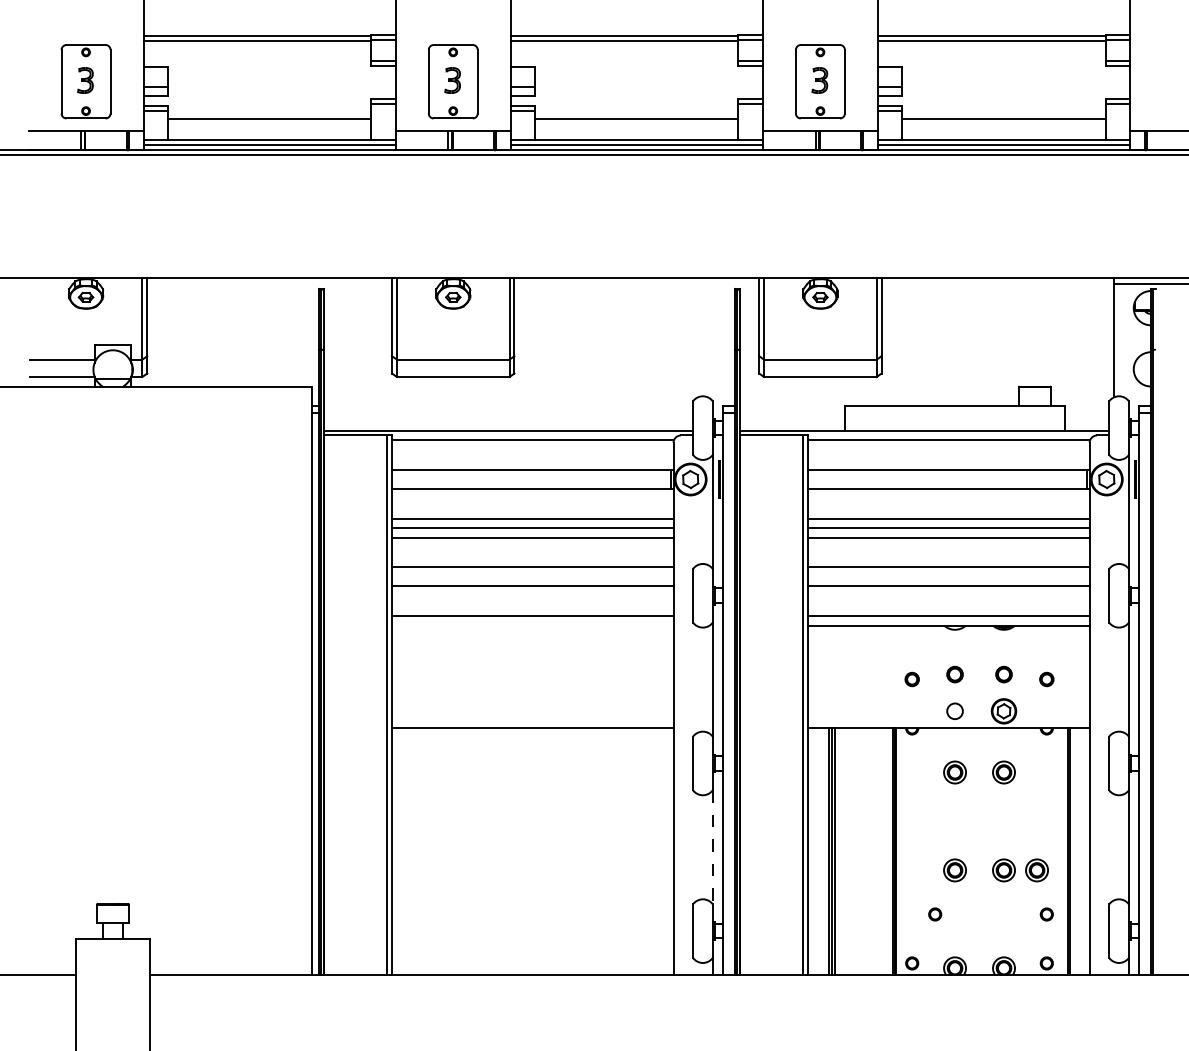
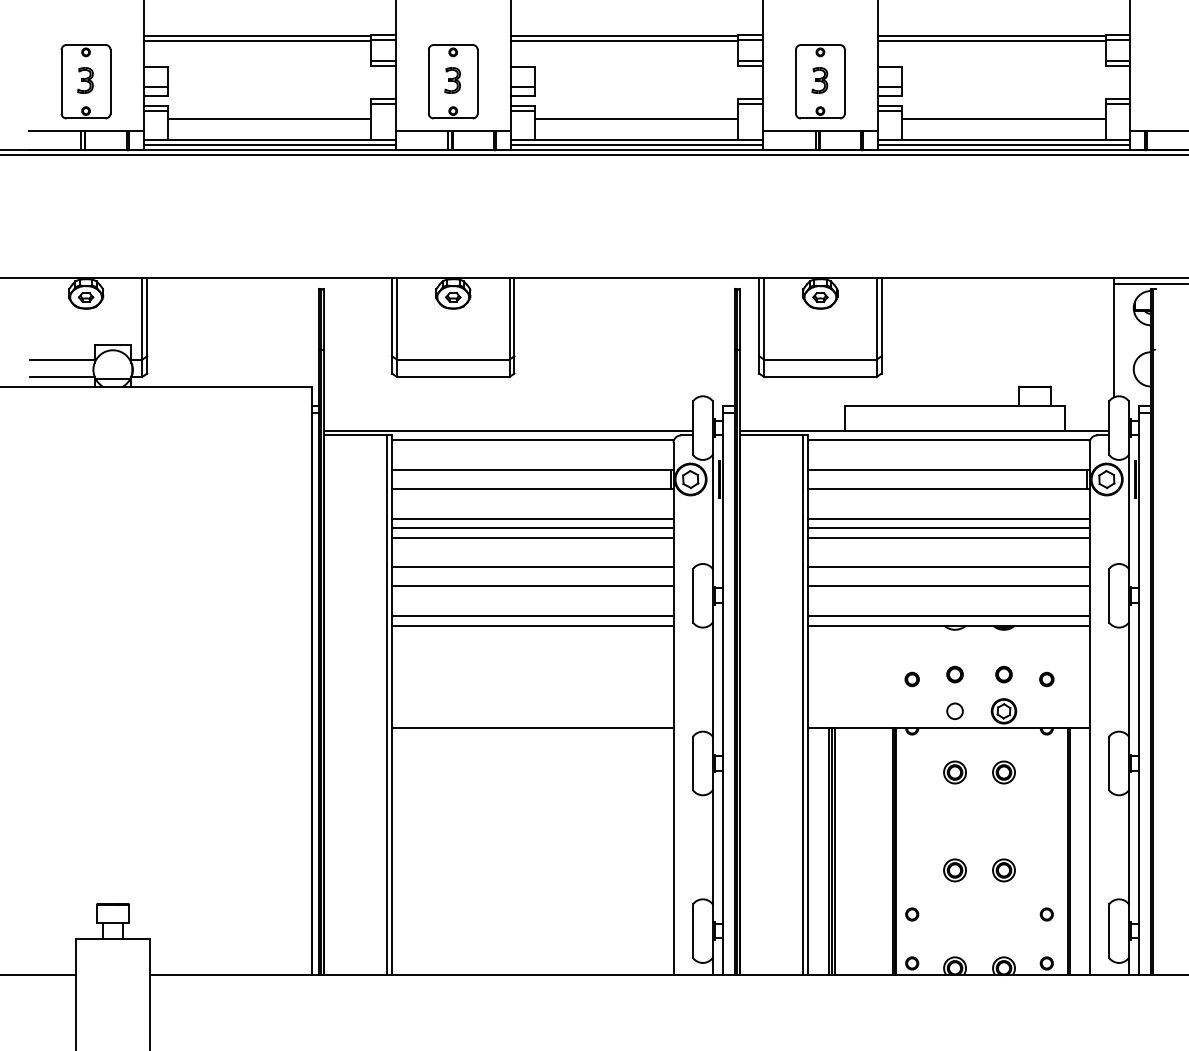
line at (532, 625): none -> present
line at (712, 847): dashed -> solid
part at (1036, 870): present -> none
circle at (935, 914) position: (935, 914) -> (912, 914)
